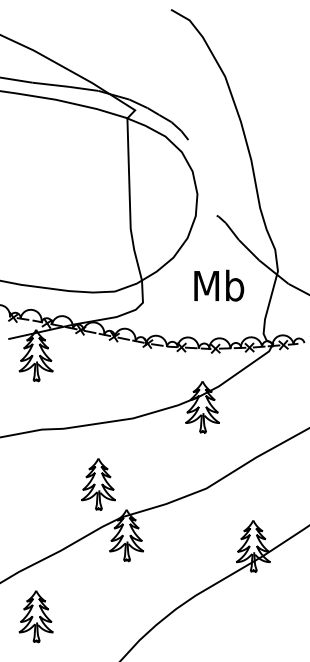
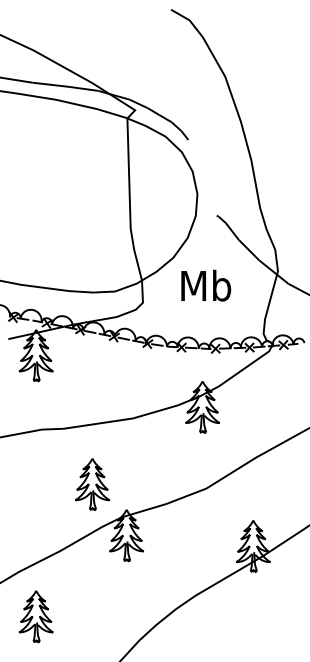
text at (219, 285) position: (219, 285) -> (206, 285)
part at (98, 484) position: (98, 484) -> (92, 484)
